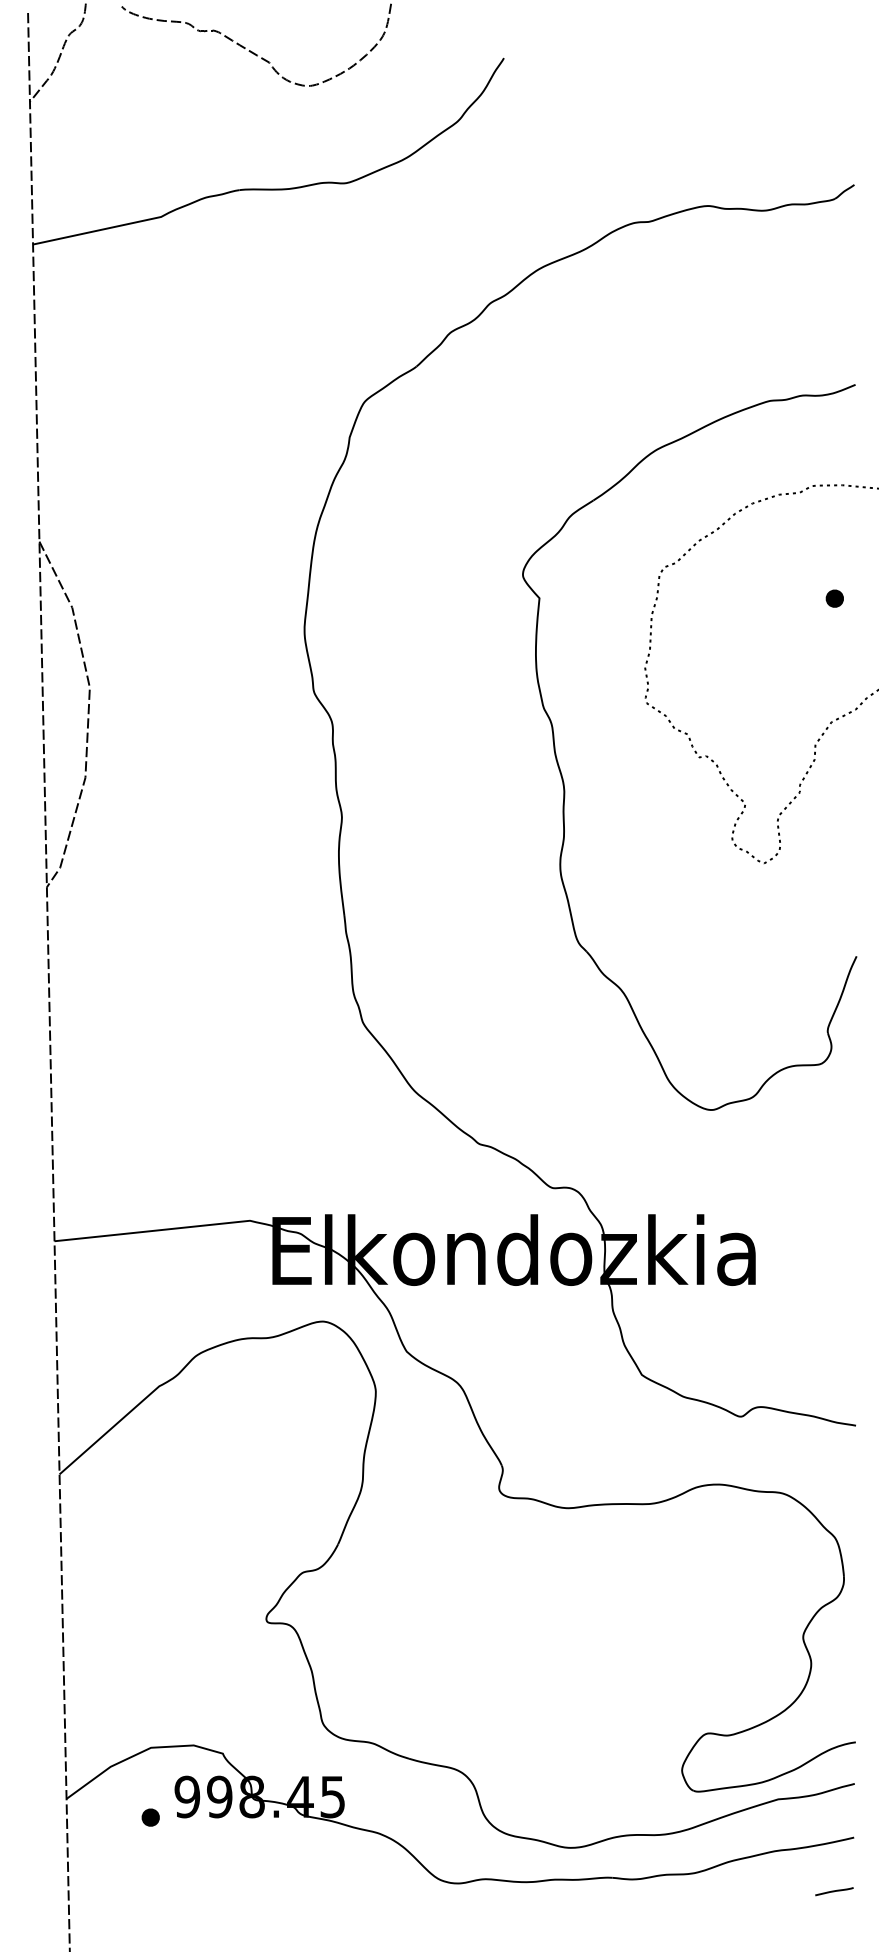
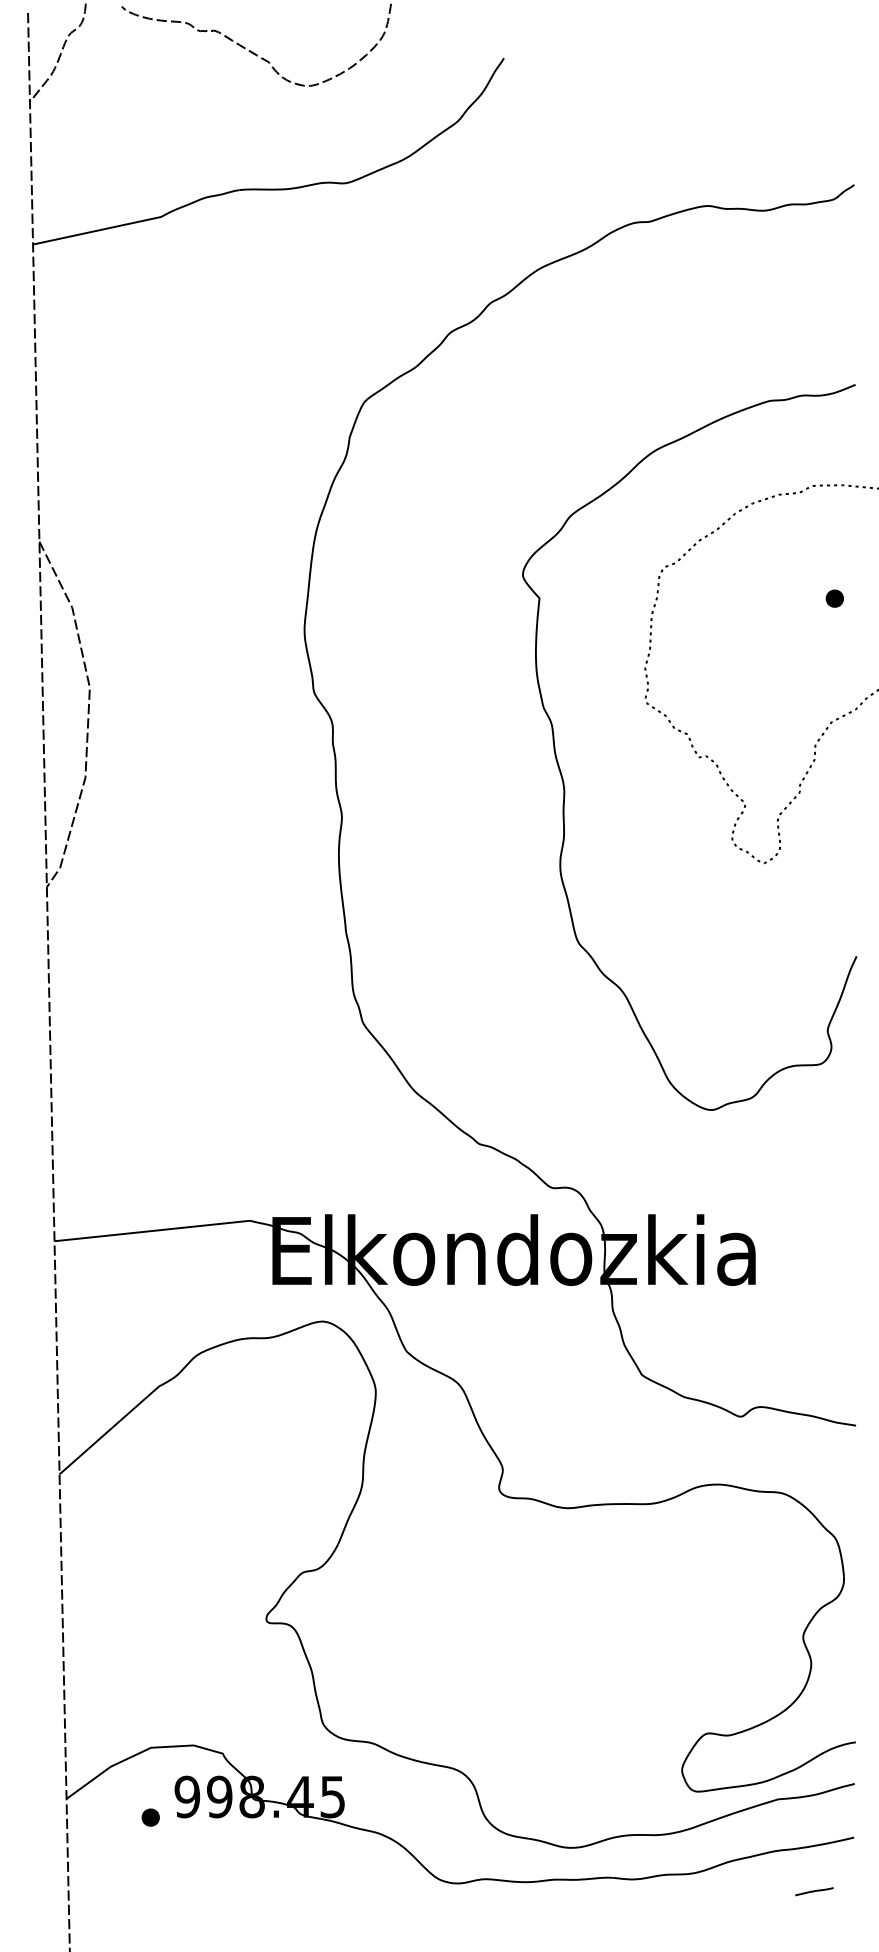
line at (834, 1891) position: (834, 1891) -> (814, 1891)
